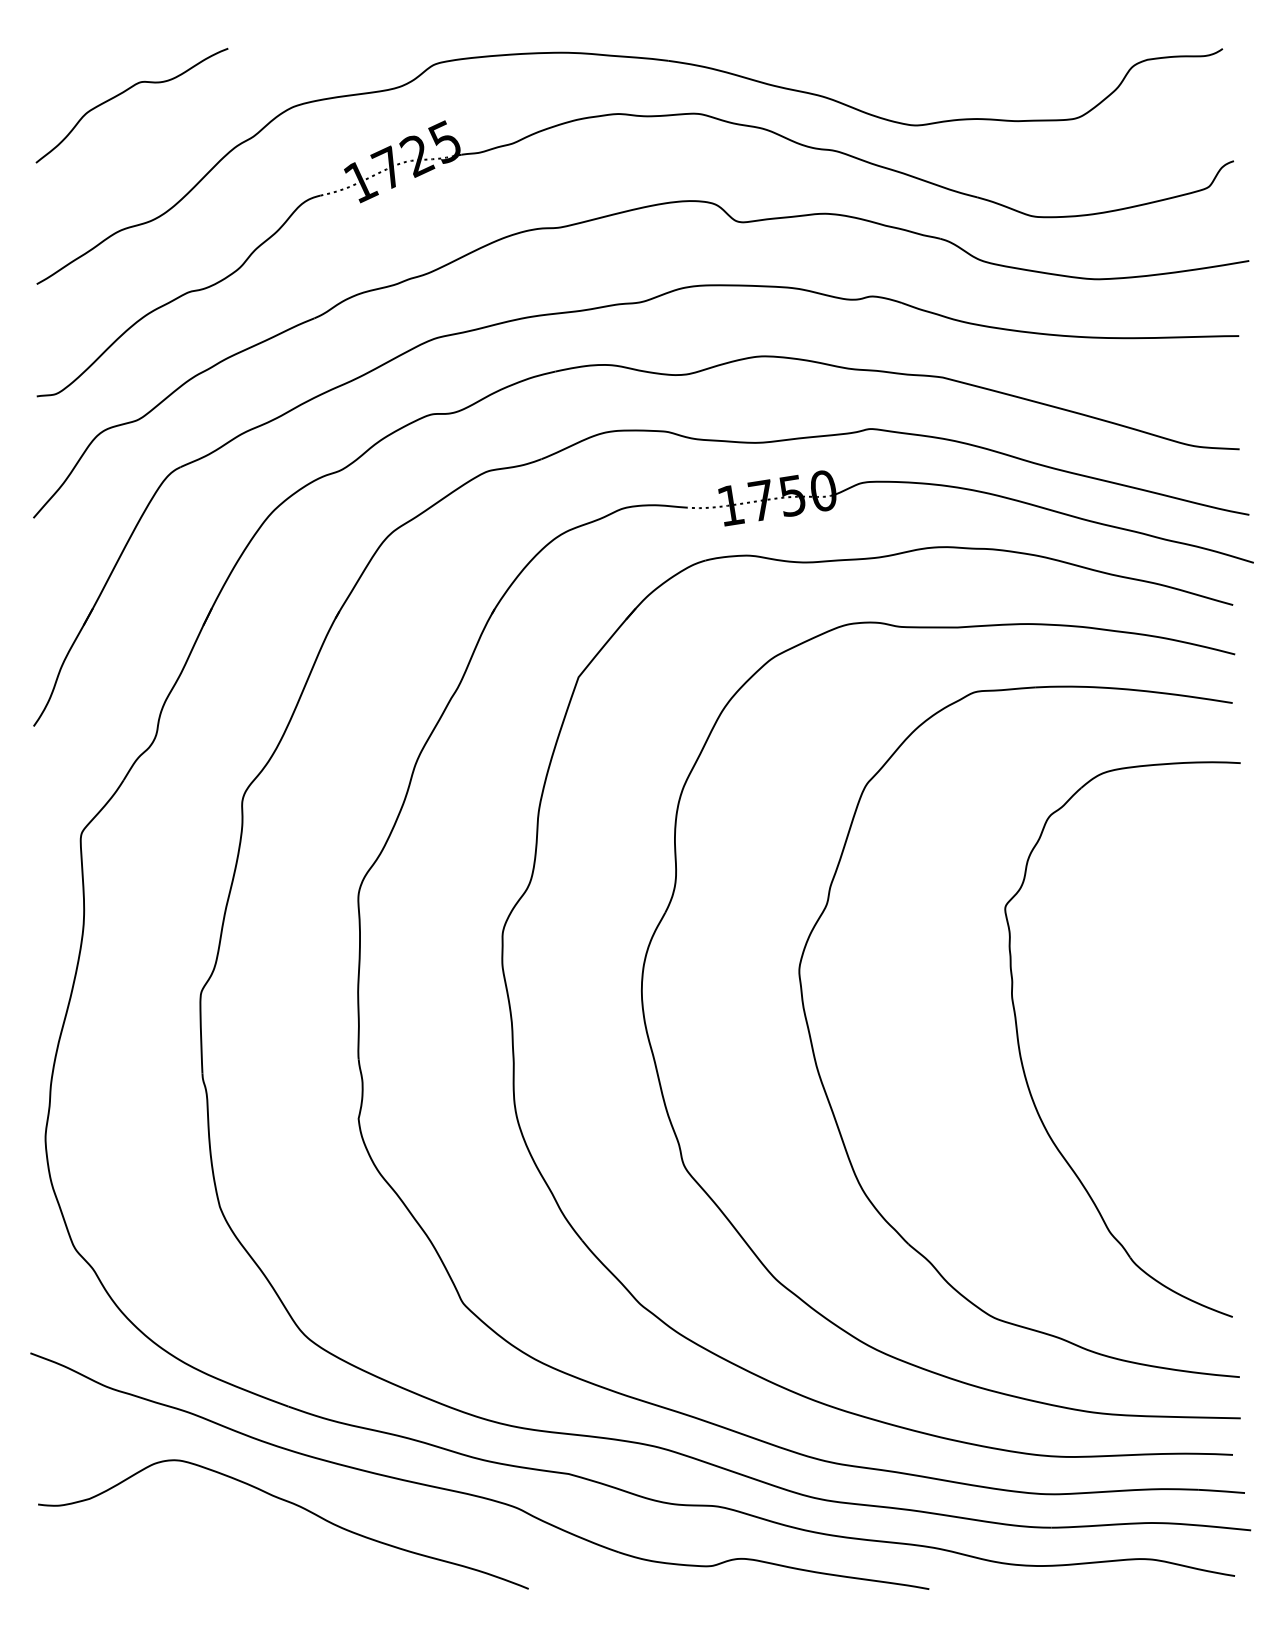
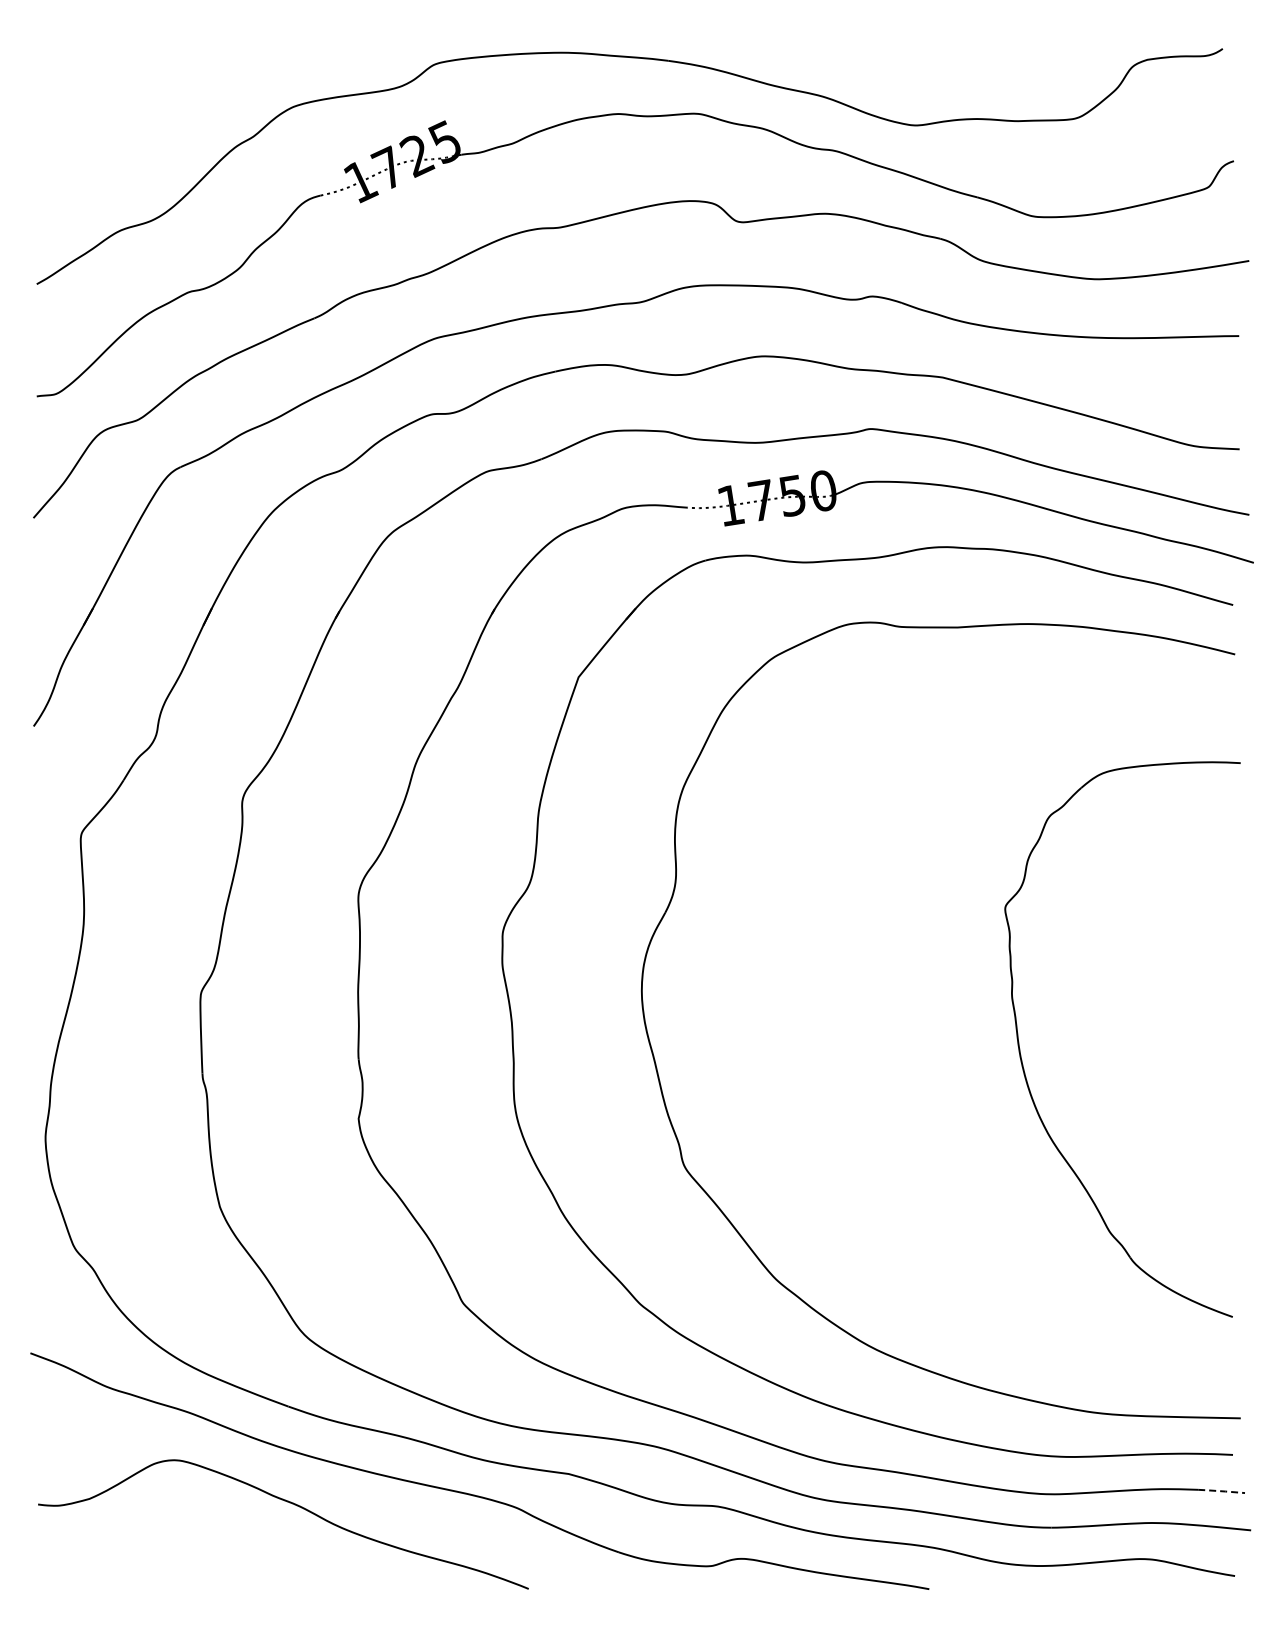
curve at (123, 93): present -> none
part at (830, 1102): present -> none
line at (1221, 1491): solid -> dashed
